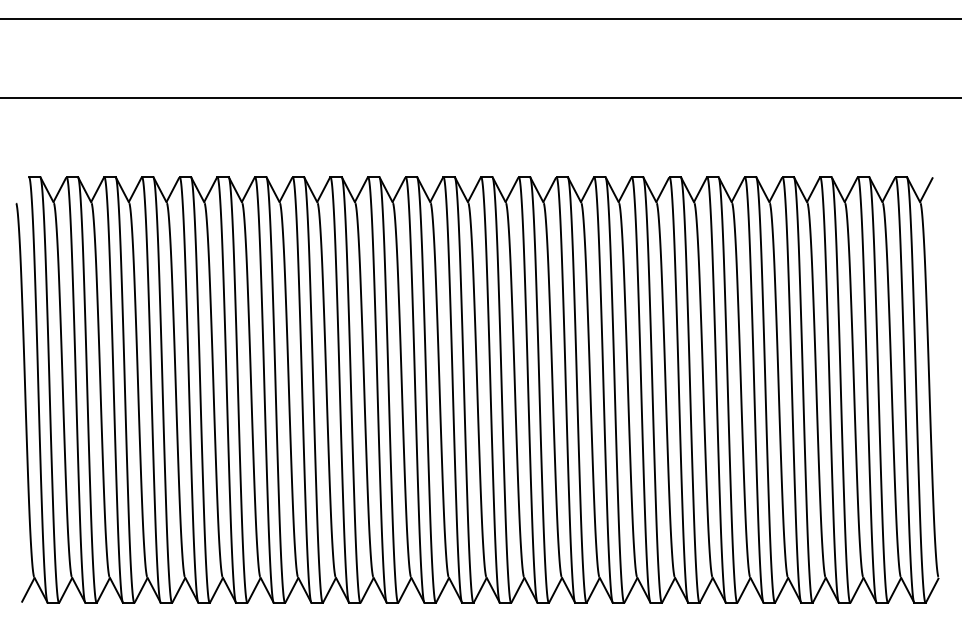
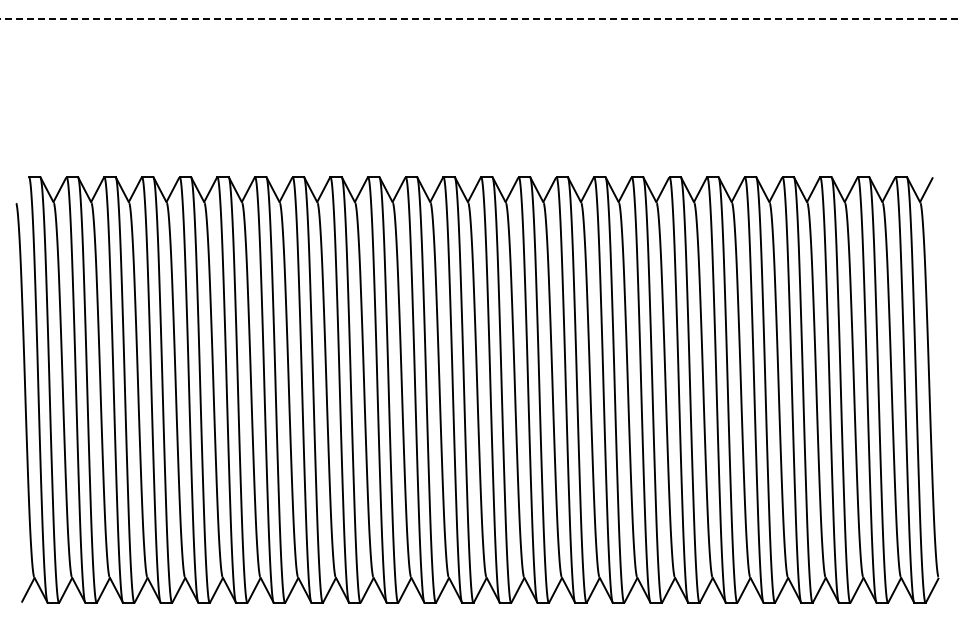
line at (480, 18): solid -> dashed
line at (480, 97): present -> none
